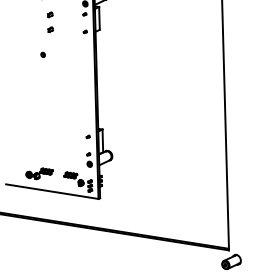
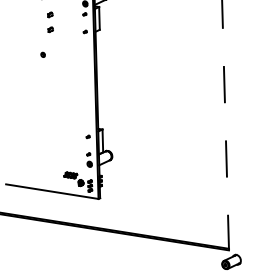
line at (225, 125): solid -> dashed
part at (39, 173): present -> none
